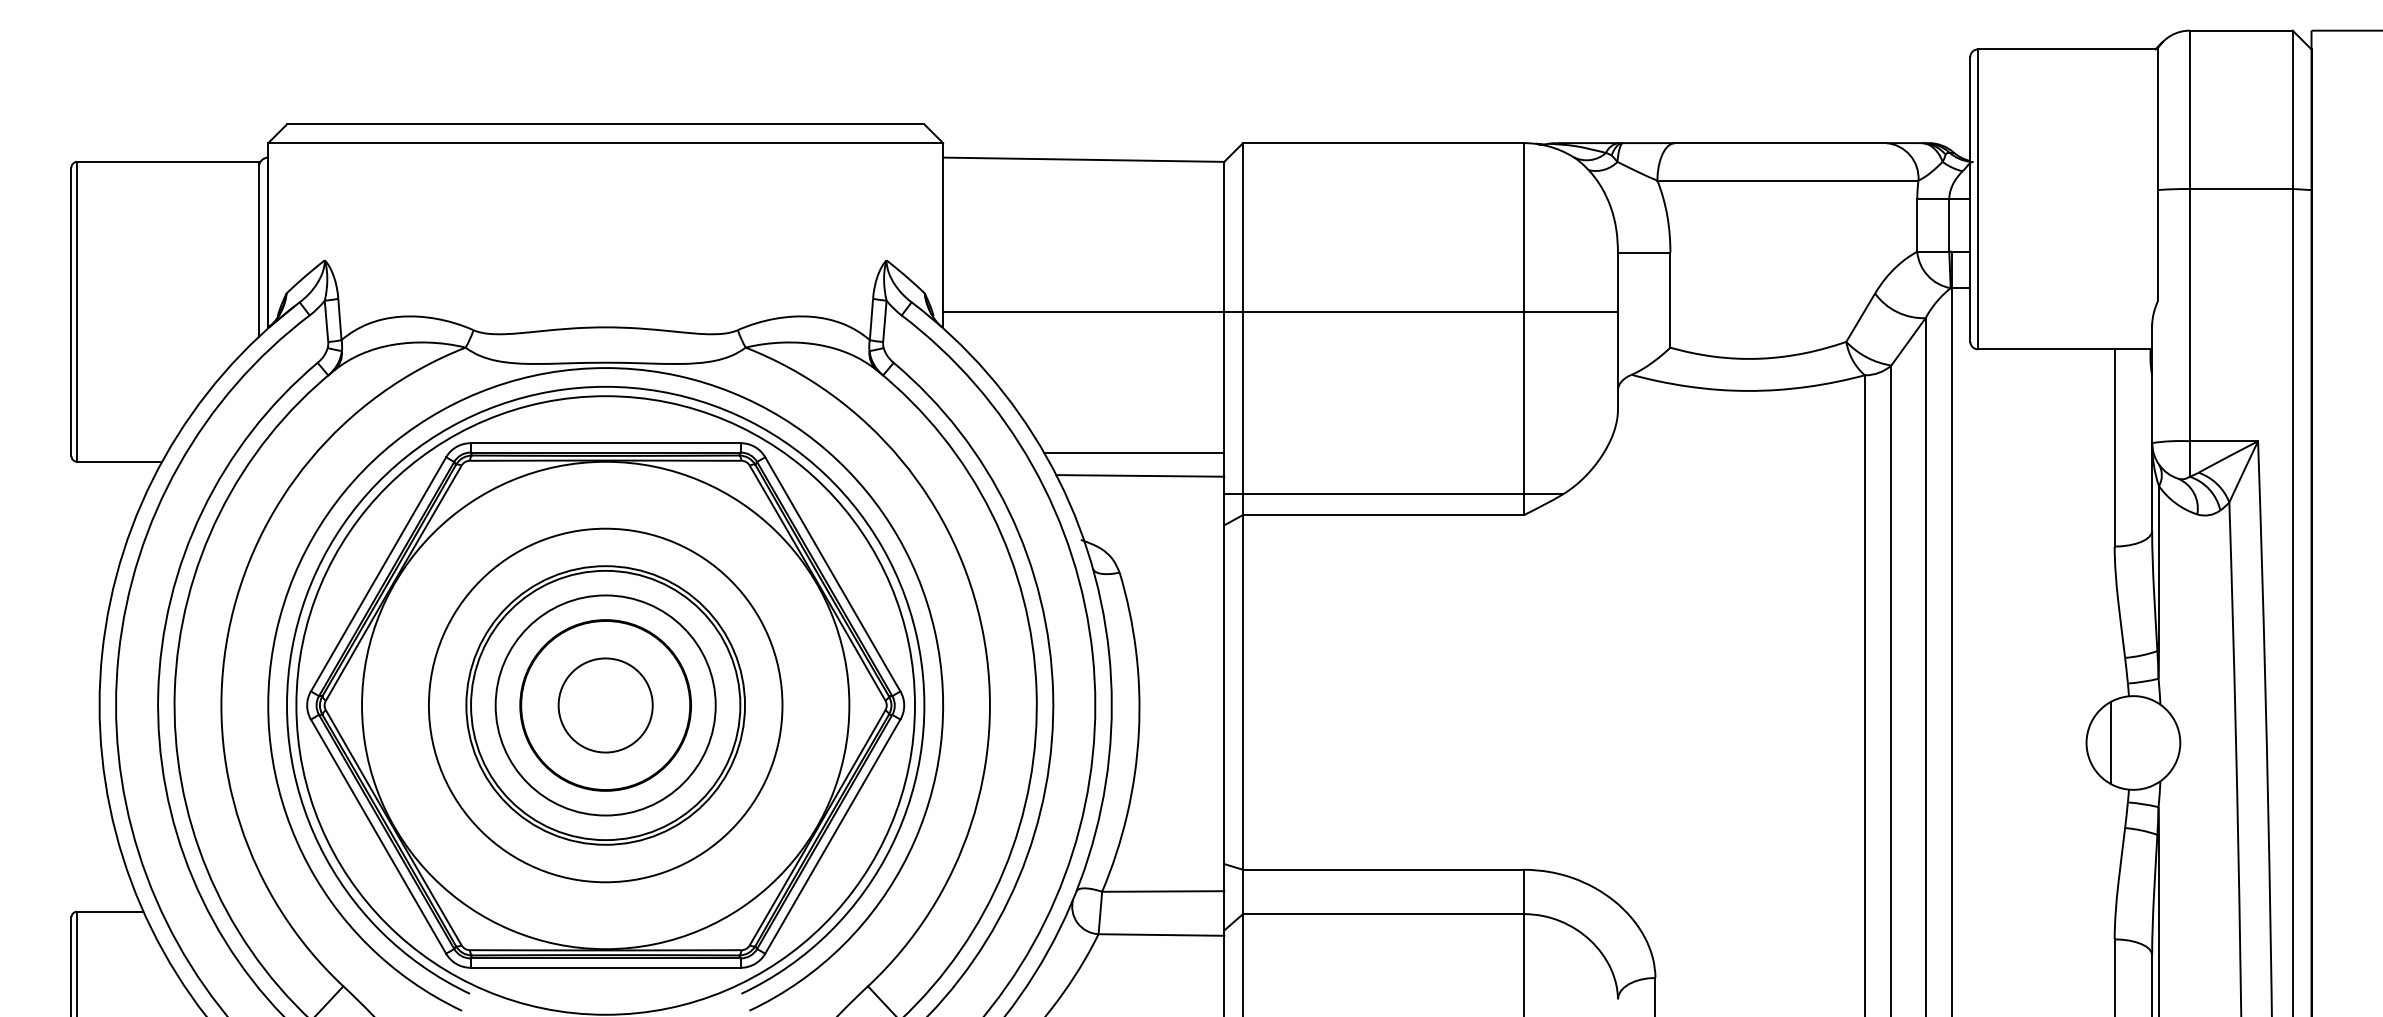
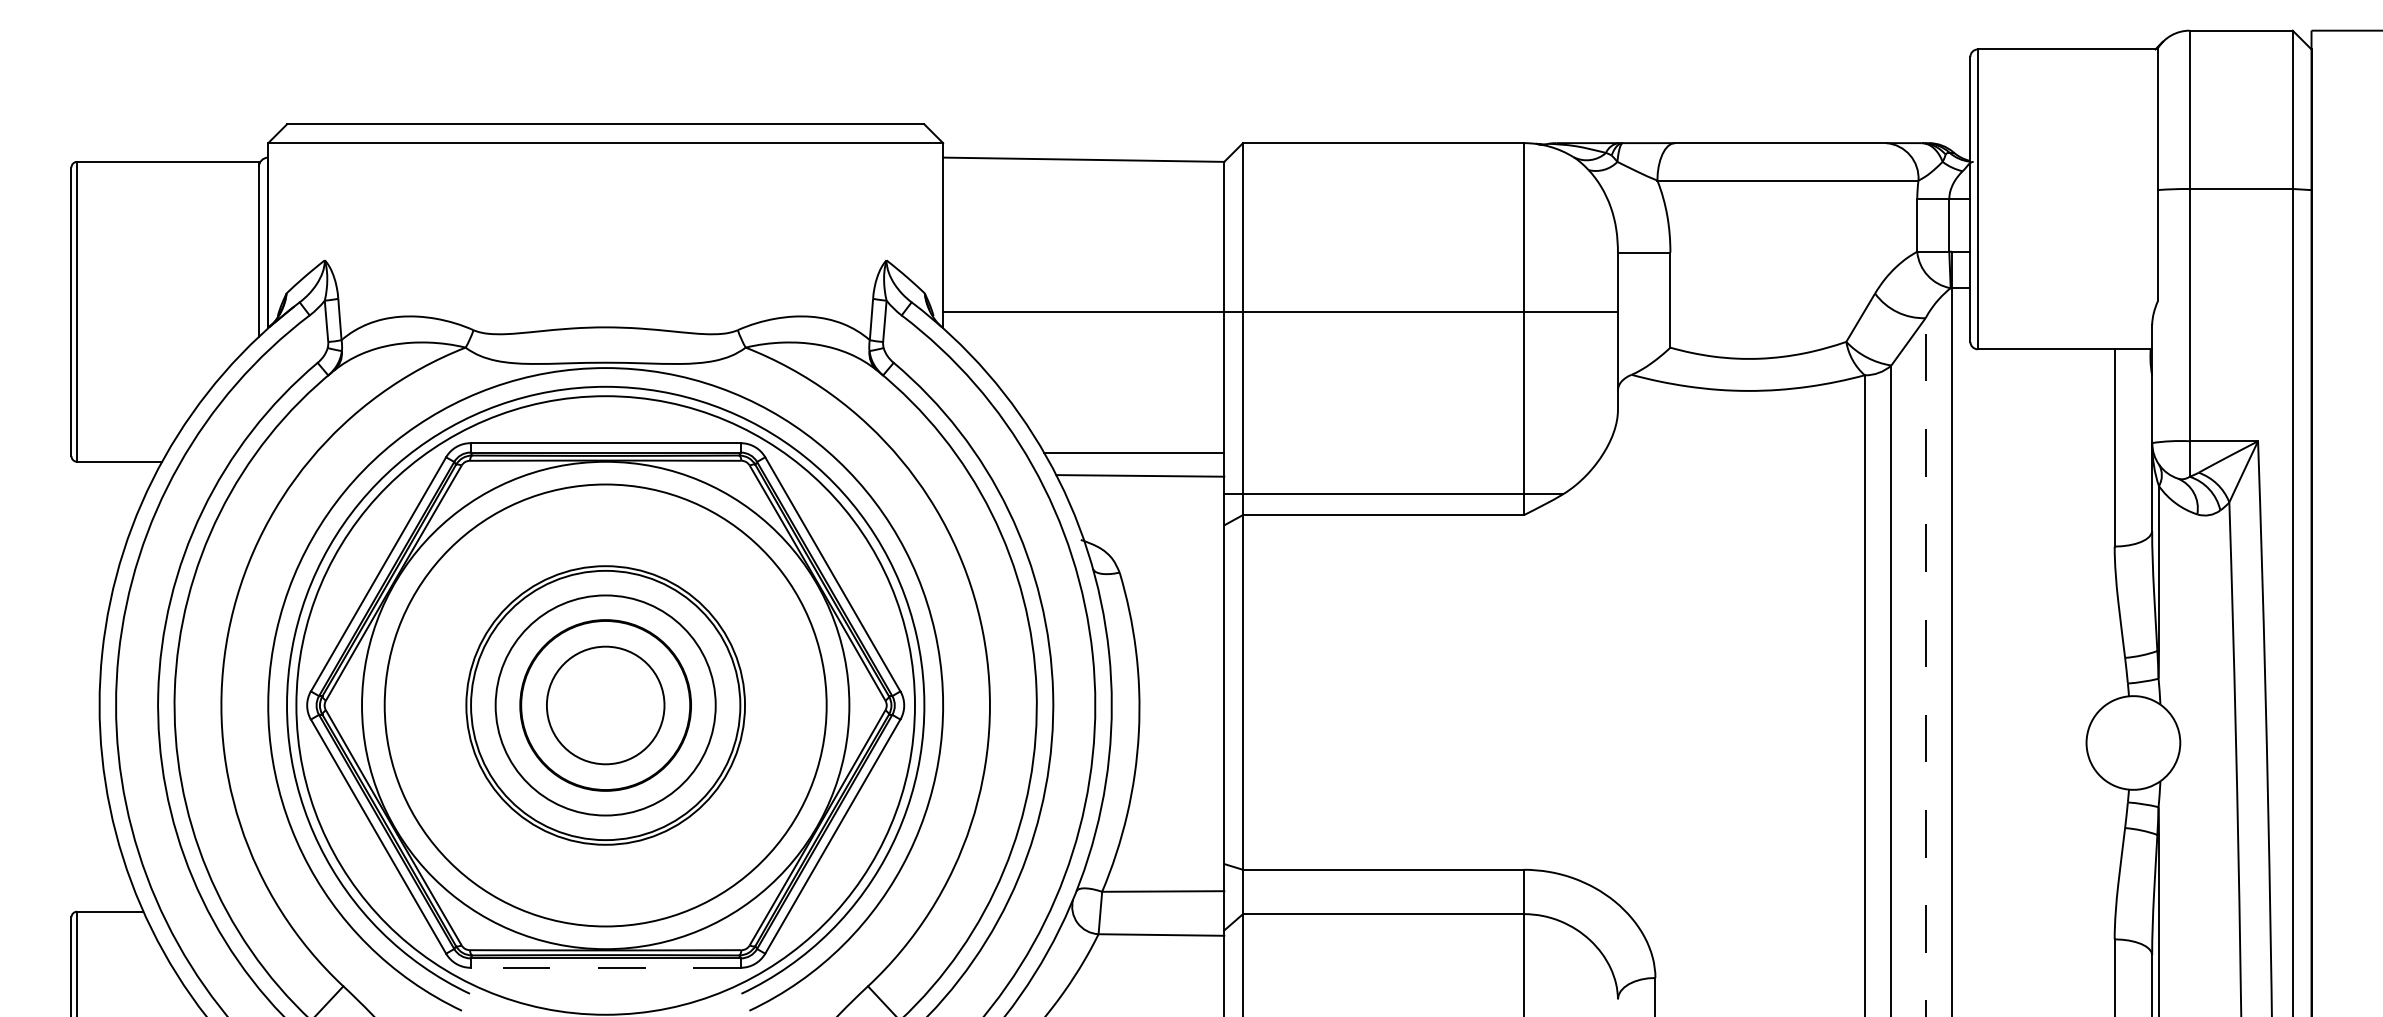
line at (1925, 667): solid -> dashed
circle at (605, 705) diameter: 354 px -> 442 px
circle at (605, 705) diameter: 94 px -> 118 px
line at (2110, 742): present -> none
line at (605, 967): solid -> dashed
